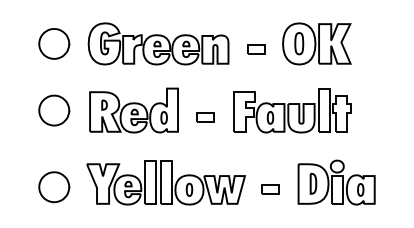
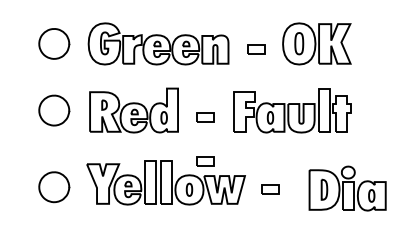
part at (205, 161): none -> present
part at (336, 182) position: (336, 182) -> (347, 188)
